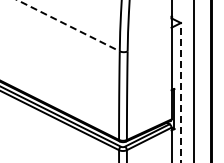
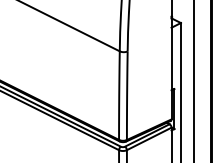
line at (68, 25): dashed -> solid
line at (180, 92): dashed -> solid
